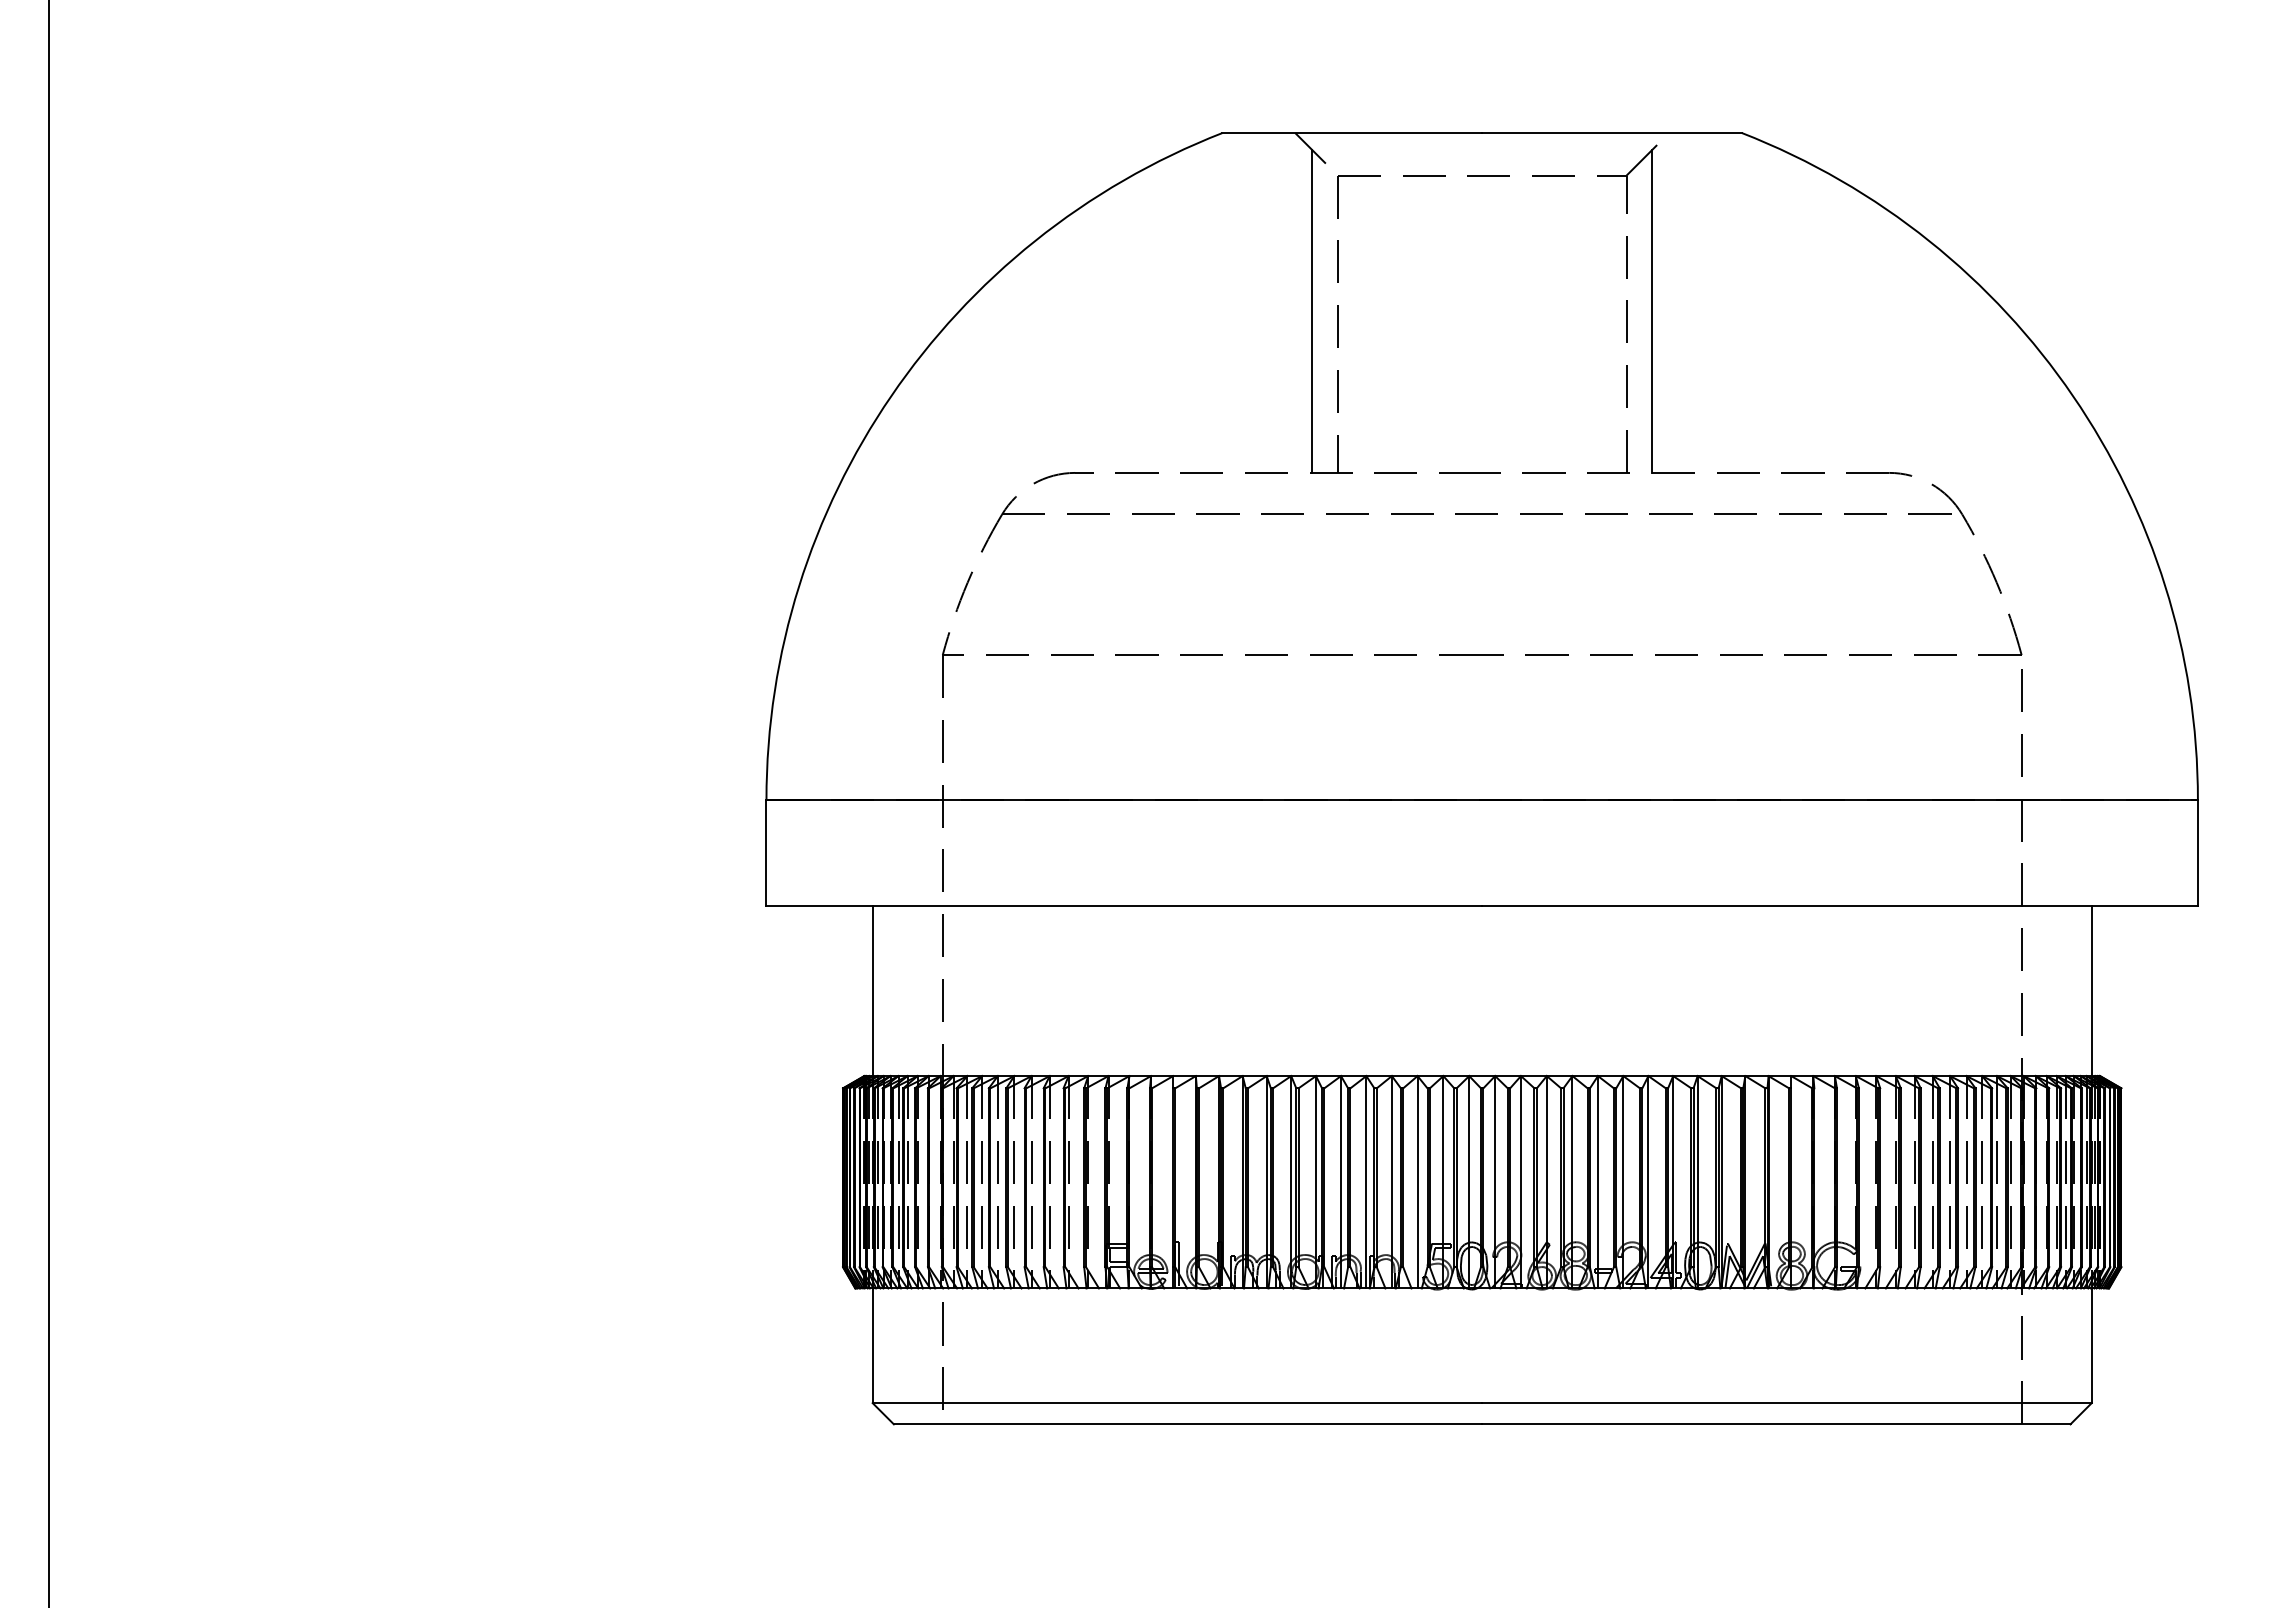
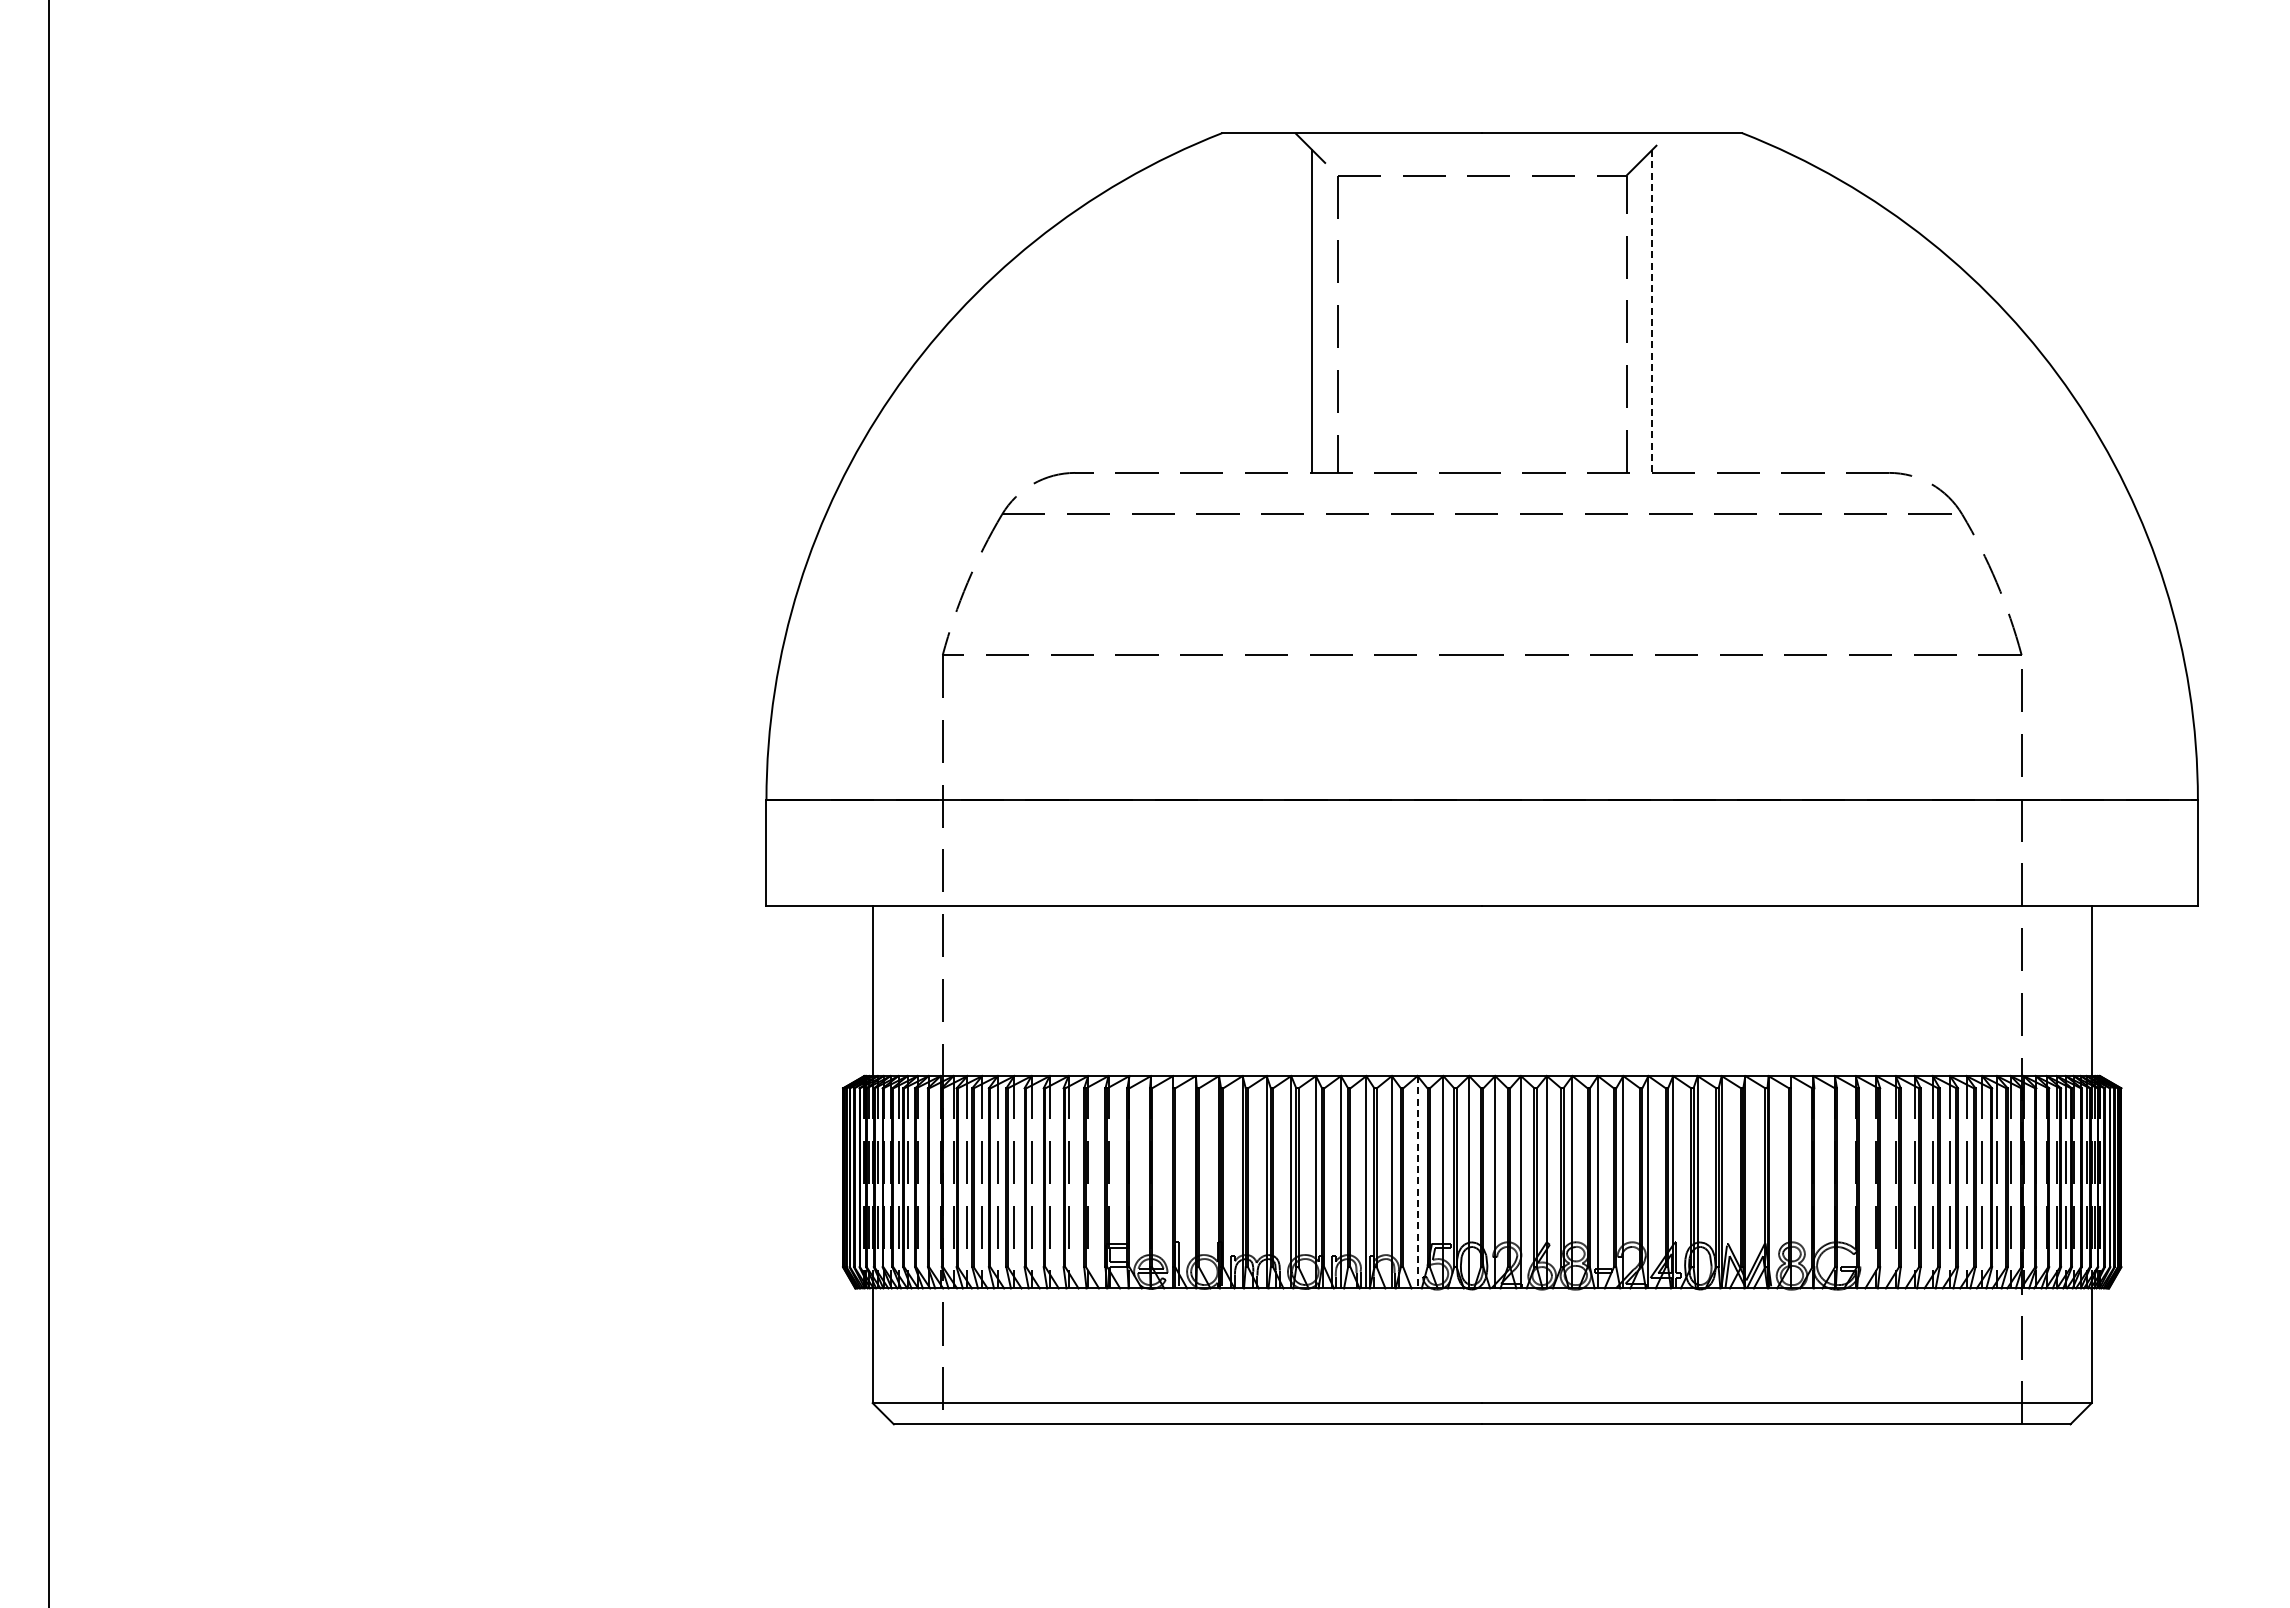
line at (1652, 312): solid -> dashed
line at (1417, 1182): solid -> dashed
